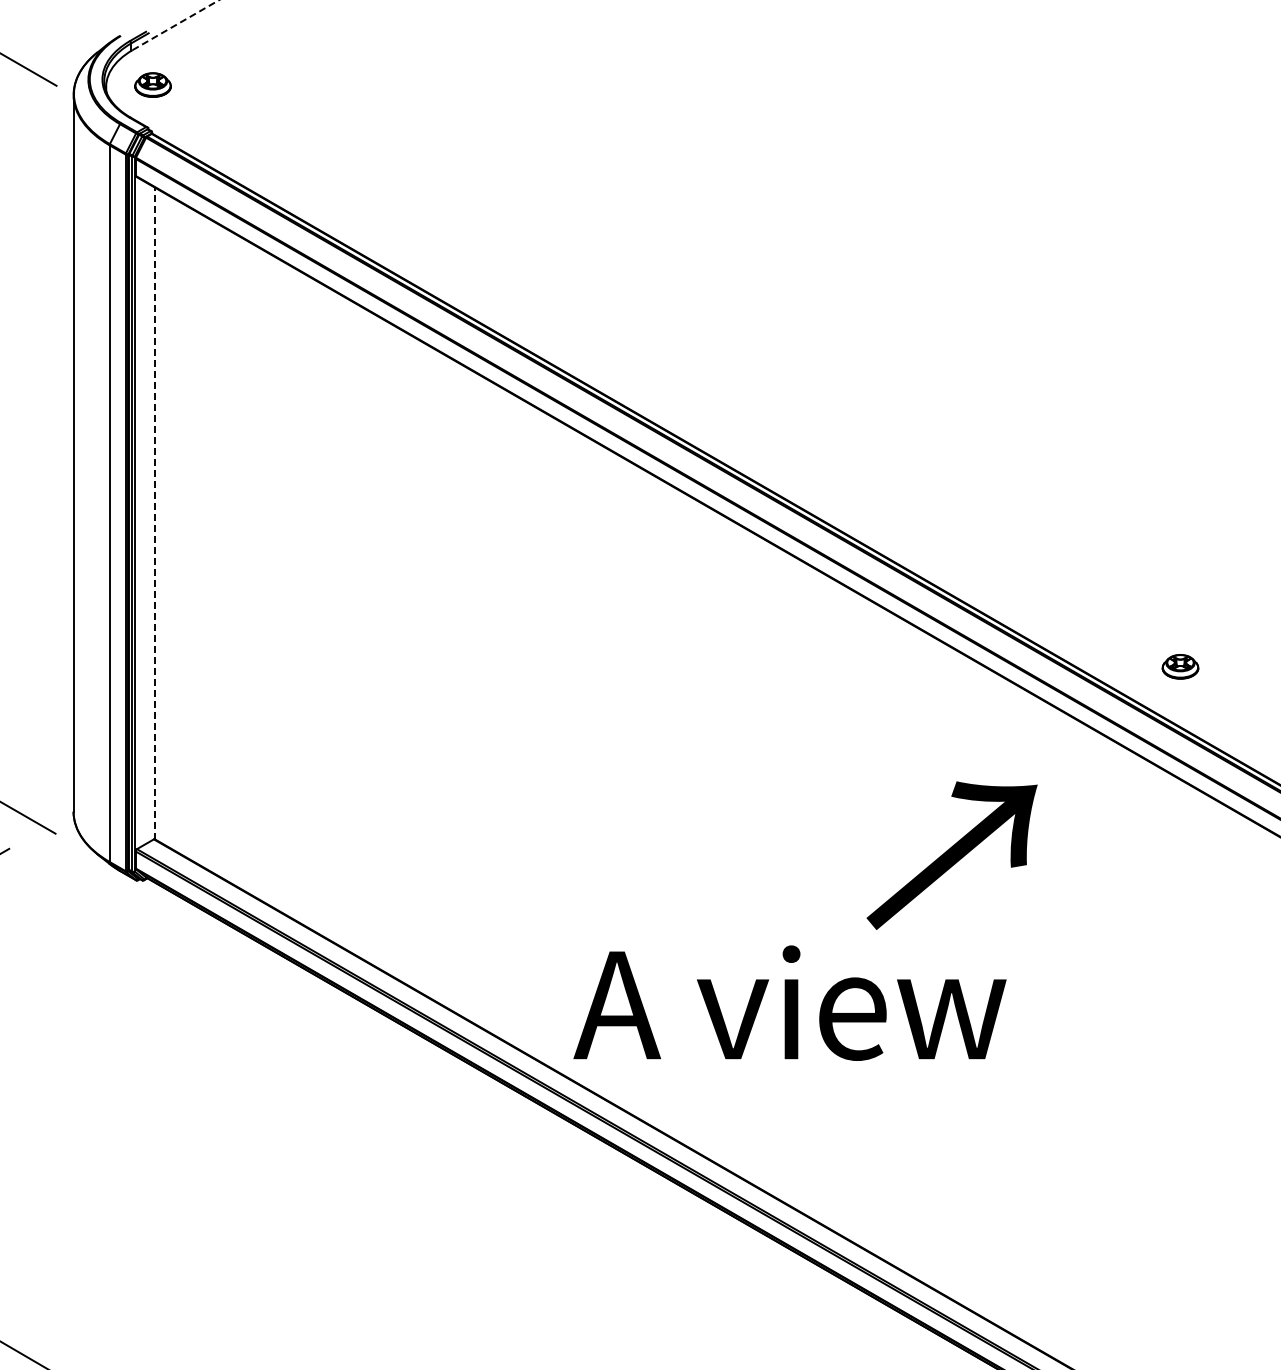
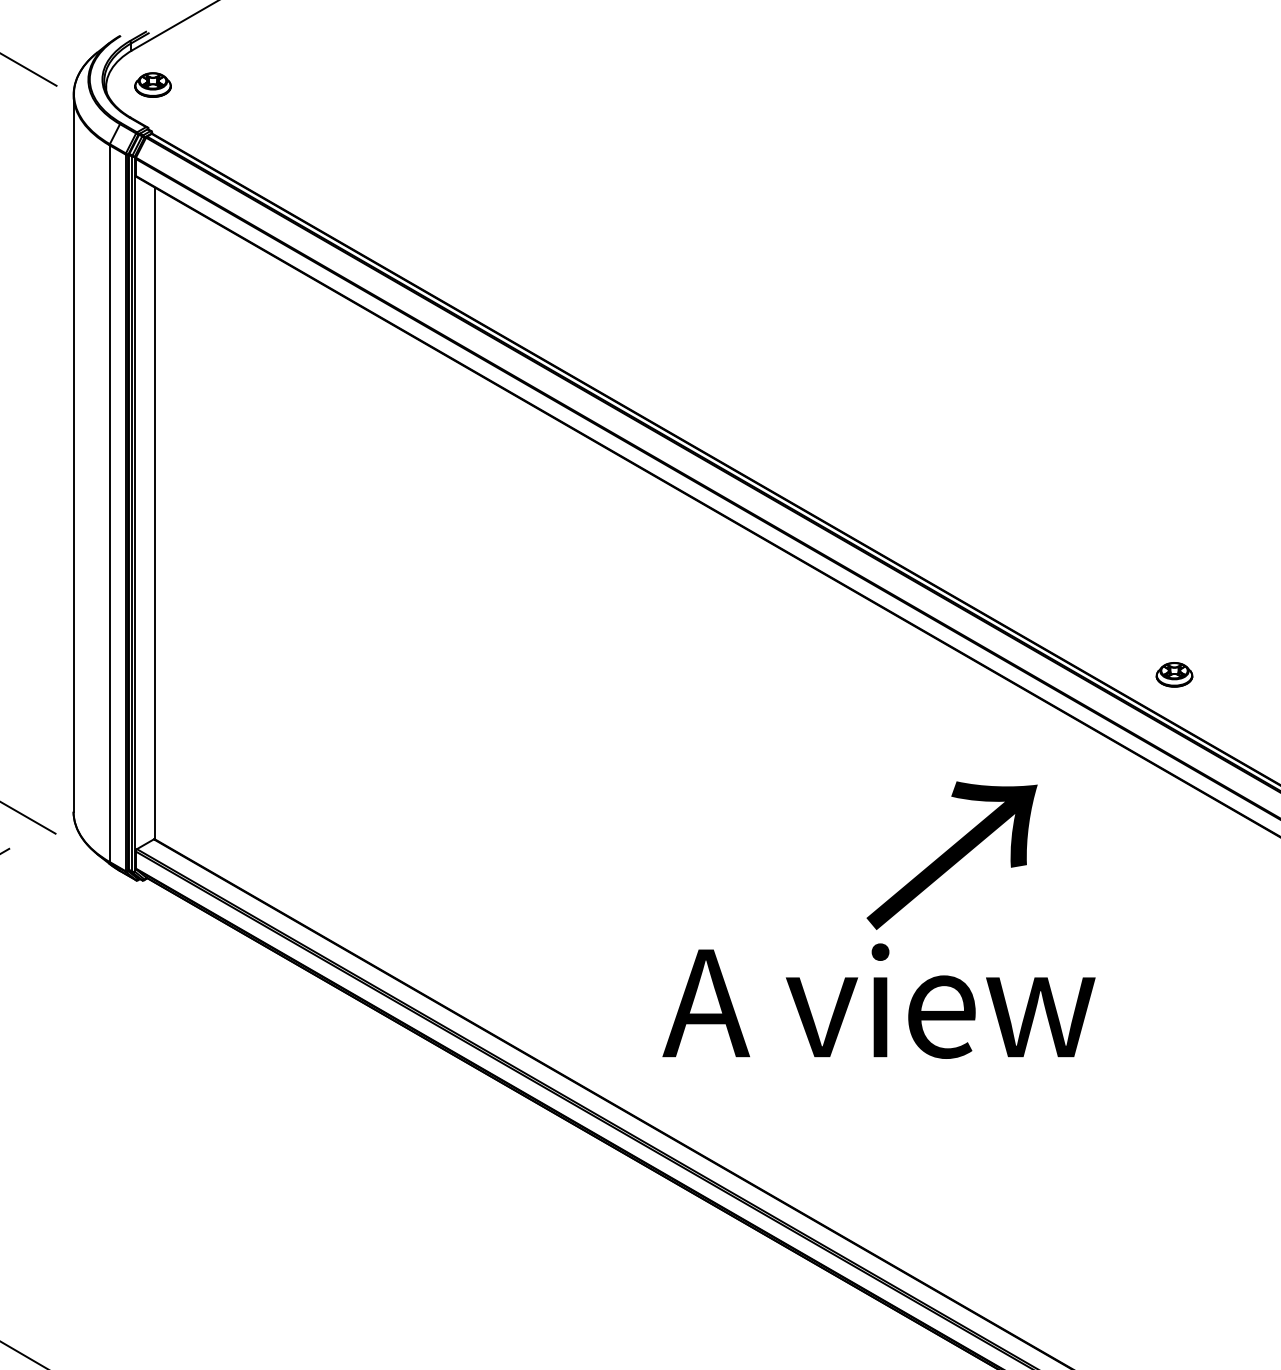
line at (175, 25): dashed -> solid
line at (155, 513): dashed -> solid
part at (1180, 666) position: (1180, 666) -> (1174, 674)
text at (789, 1002) position: (789, 1002) -> (878, 1000)
